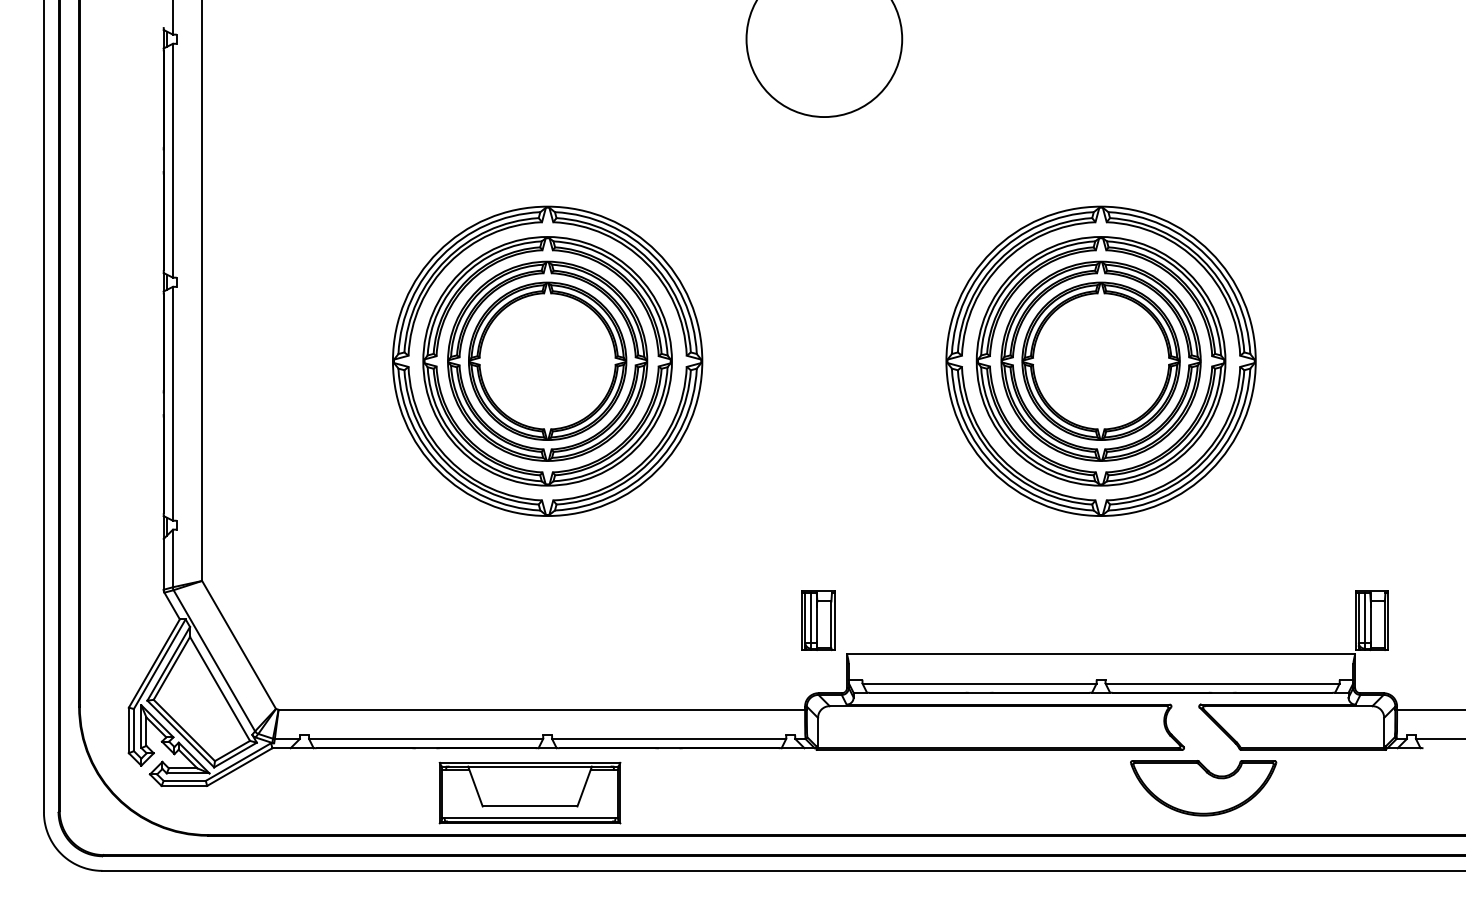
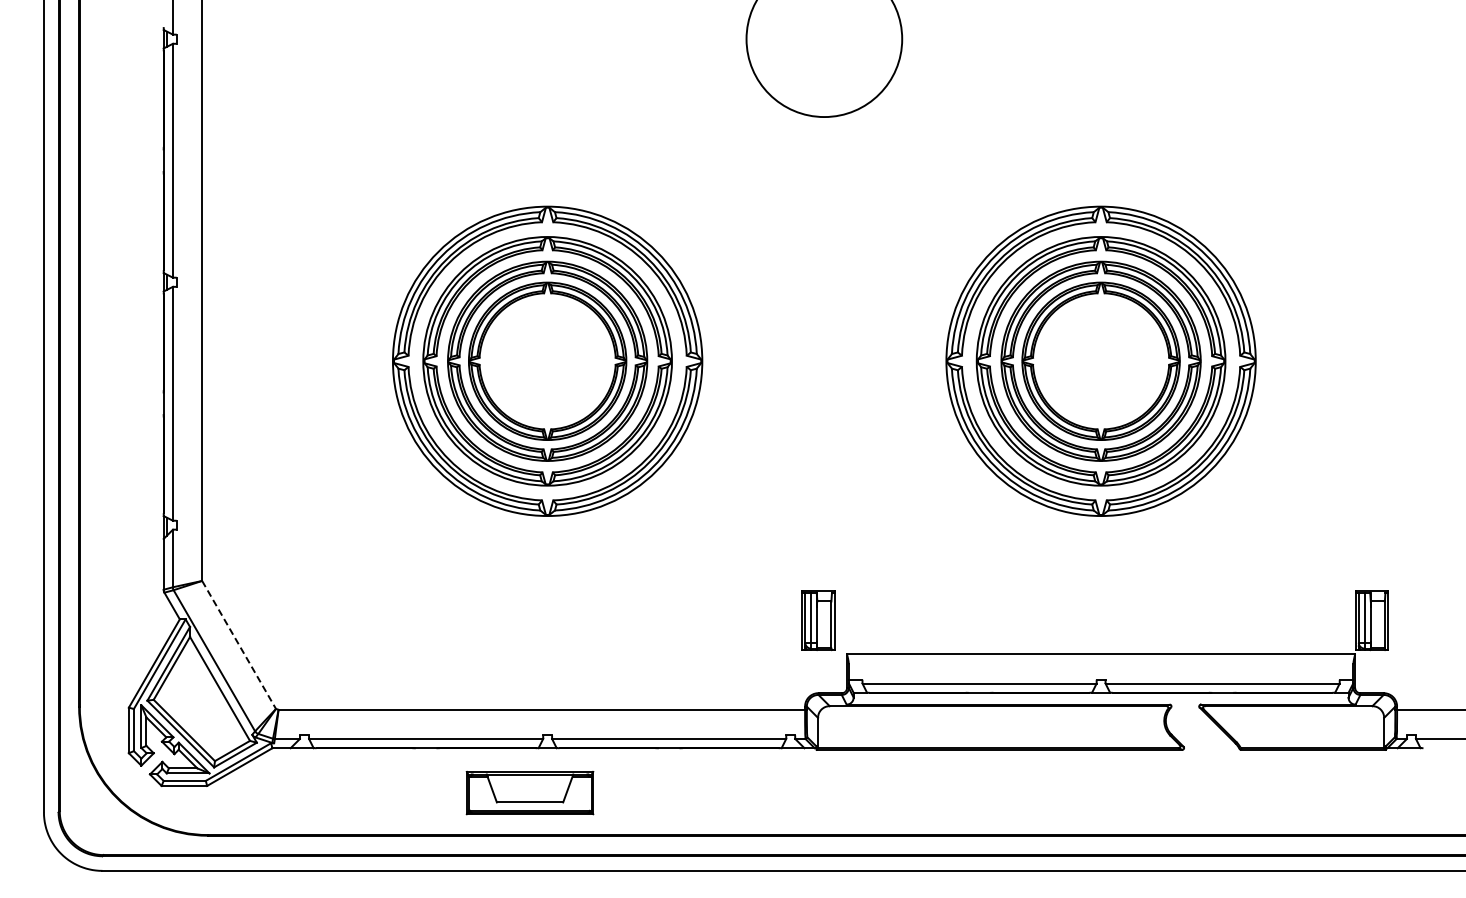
line at (239, 644): solid -> dashed
part at (1203, 788): present -> none
part at (529, 792) size: 184x64 px -> 130x46 px
